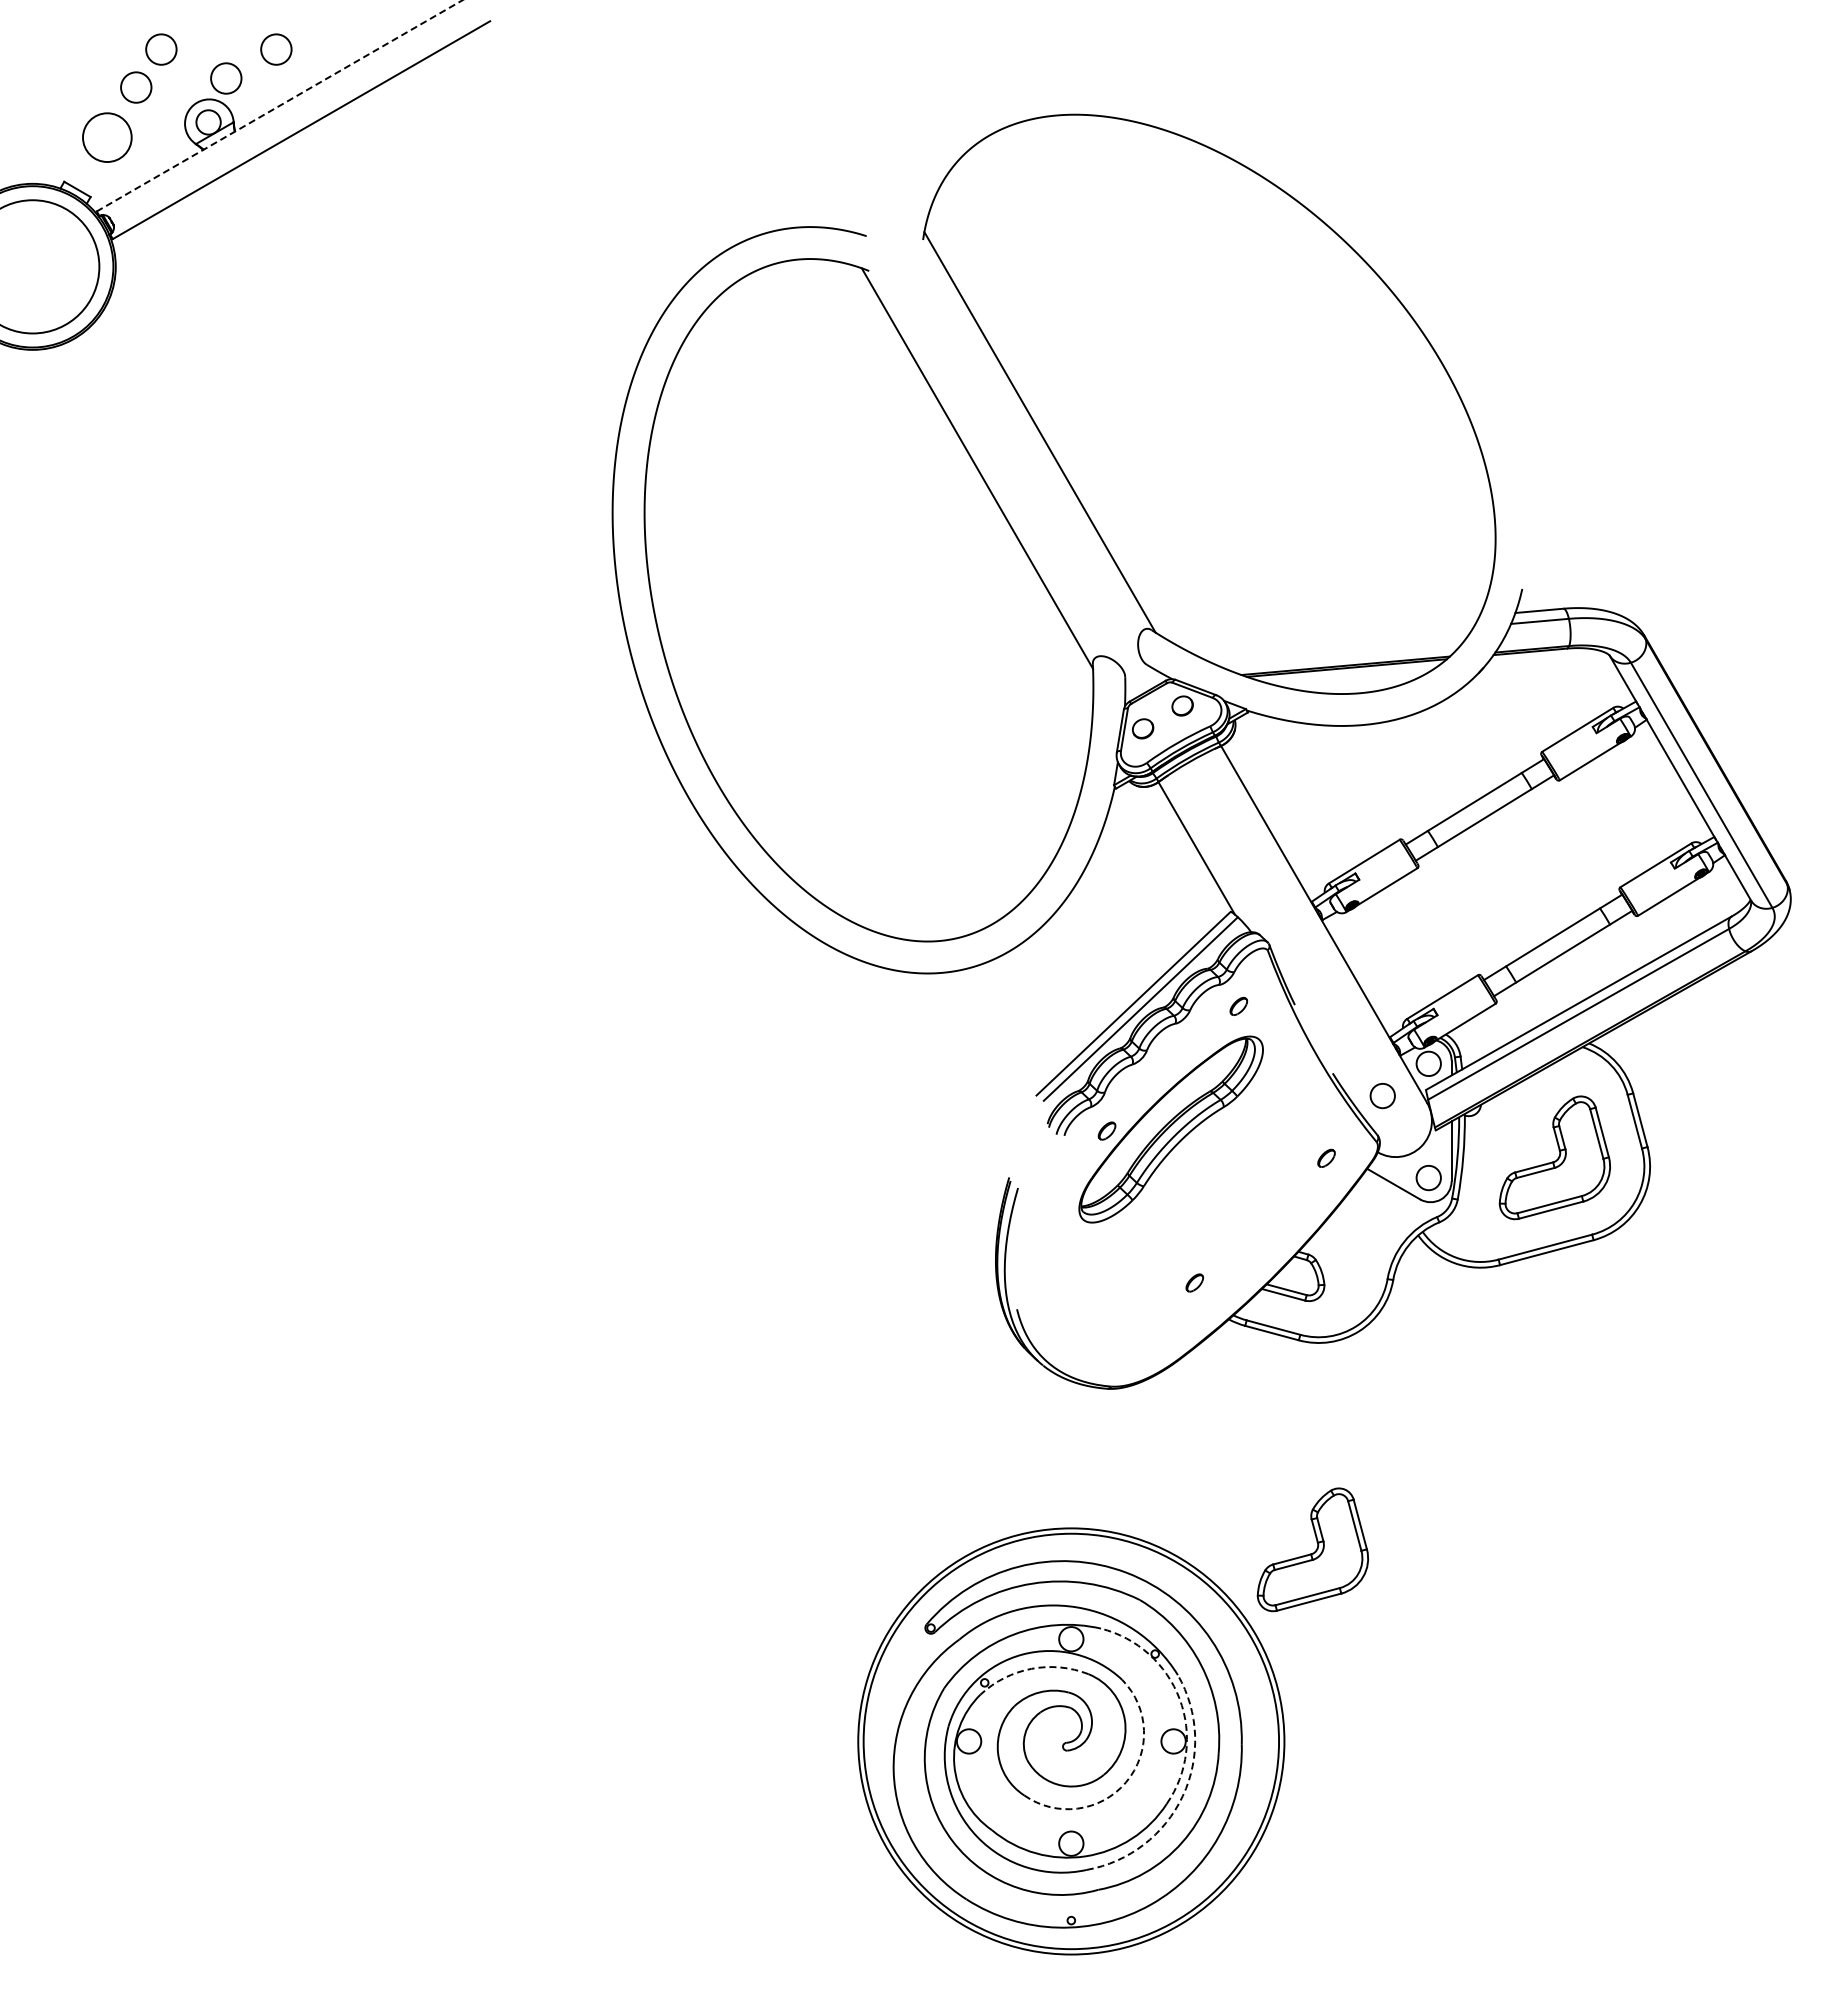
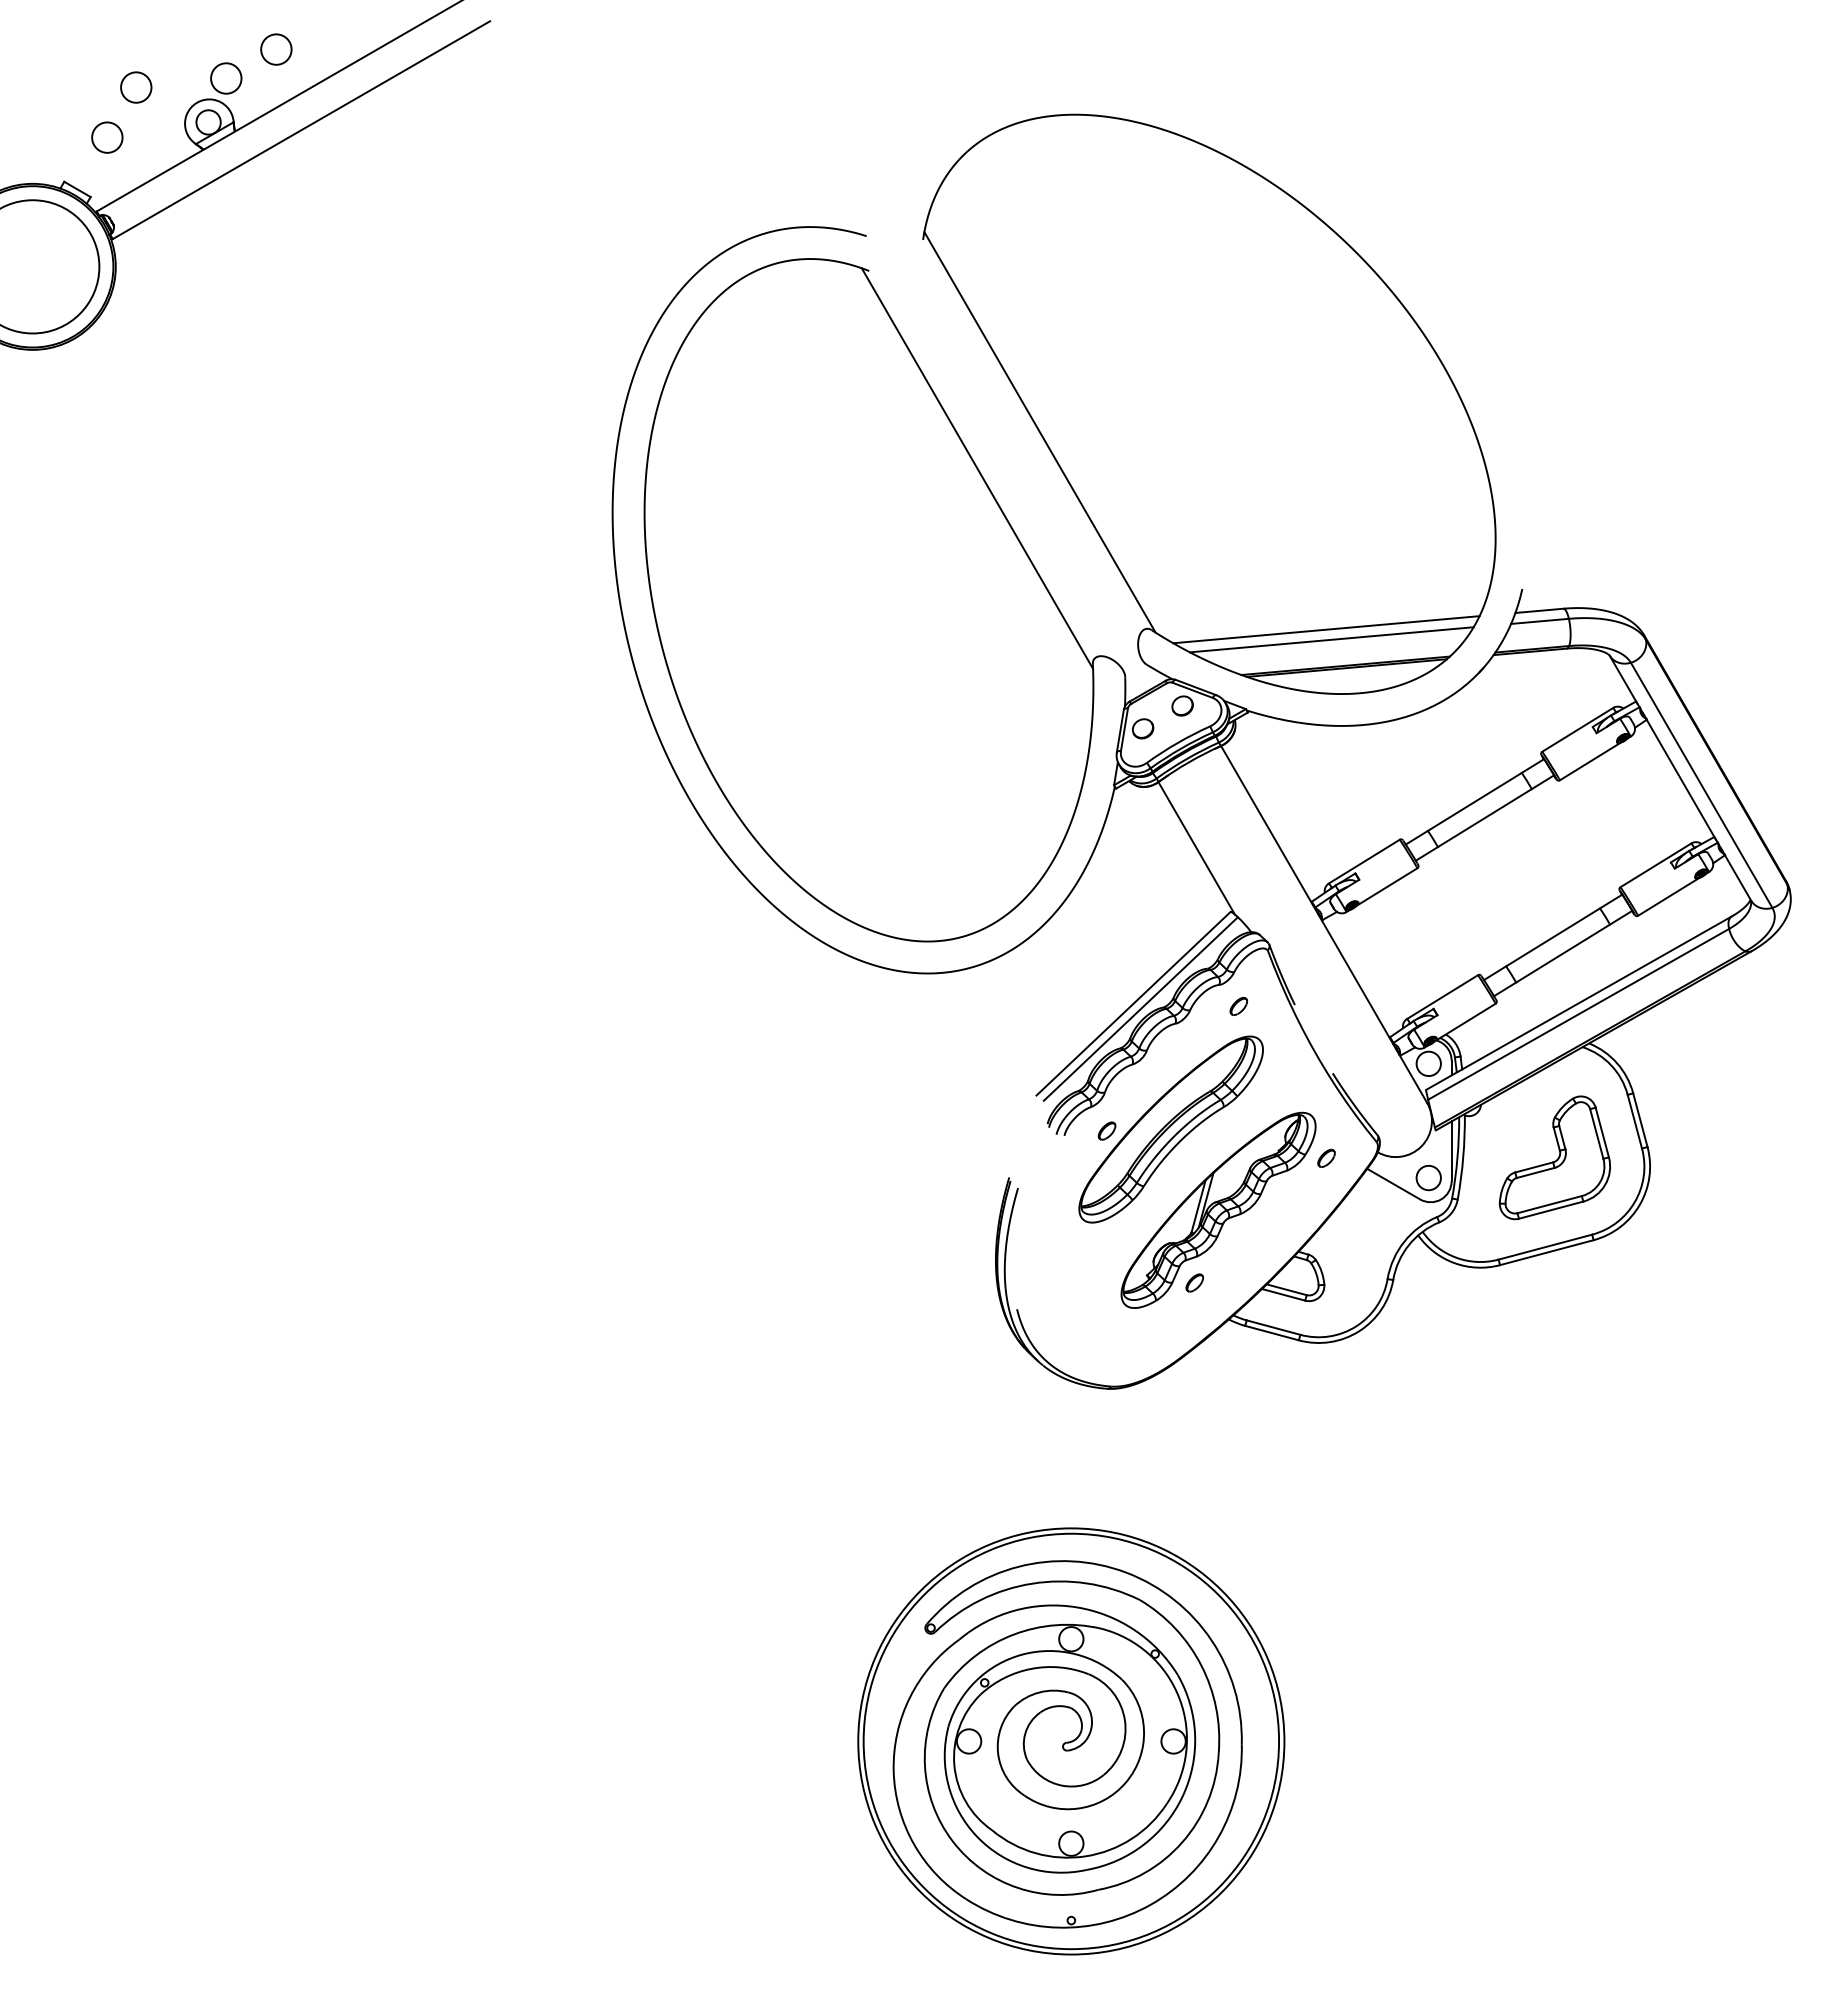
circle at (161, 49): present -> none
line at (279, 105): dashed -> solid
circle at (107, 137) diameter: 49 px -> 30 px
line at (1326, 629): none -> present
line at (1331, 639): none -> present
circle at (1382, 1096): present -> none
part at (1218, 1209): none -> present
part at (1312, 1549): present -> none
arc at (1031, 1668): dashed -> solid
arc at (1179, 1699): dashed -> solid
arc at (1126, 1782): dashed -> solid
arc at (1182, 1796): dashed -> solid
